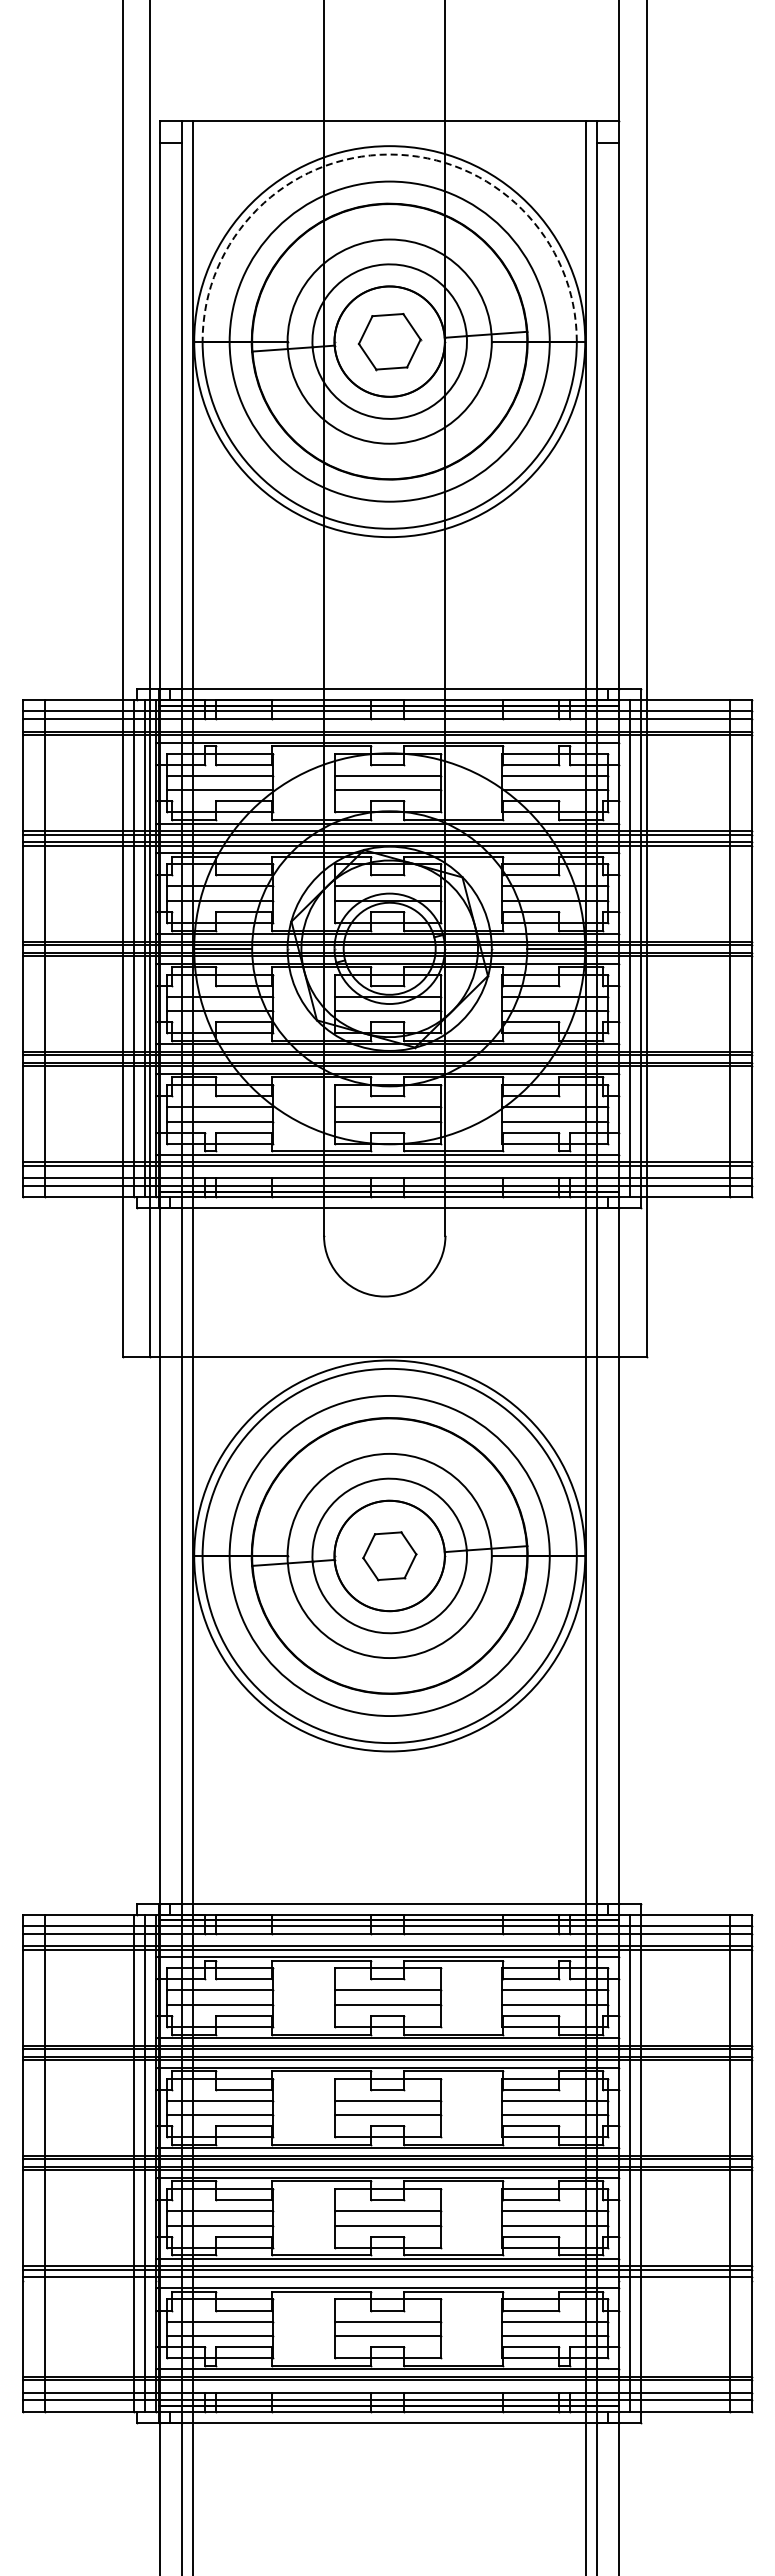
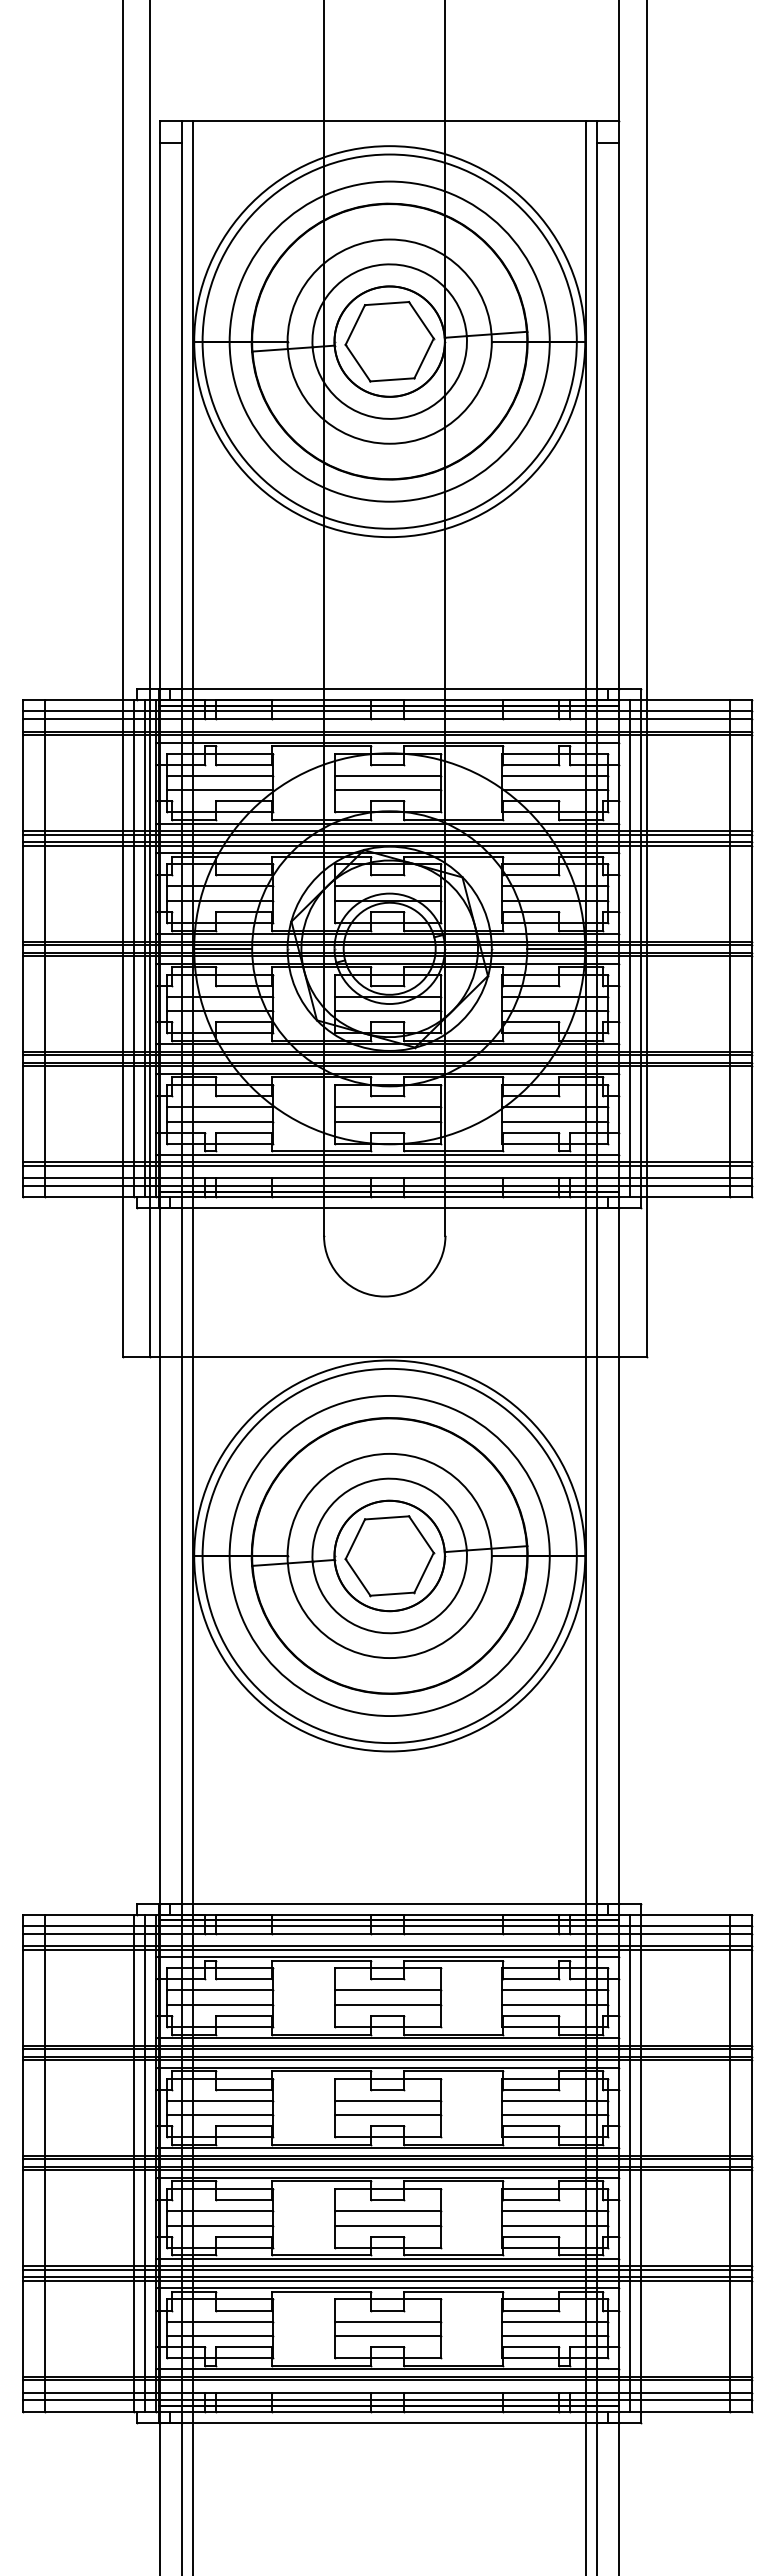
arc at (389, 154): dashed -> solid
part at (389, 342) size: 66x59 px -> 92x82 px
part at (389, 1556) size: 56x51 px -> 92x83 px
line at (387, 2280): none -> present
